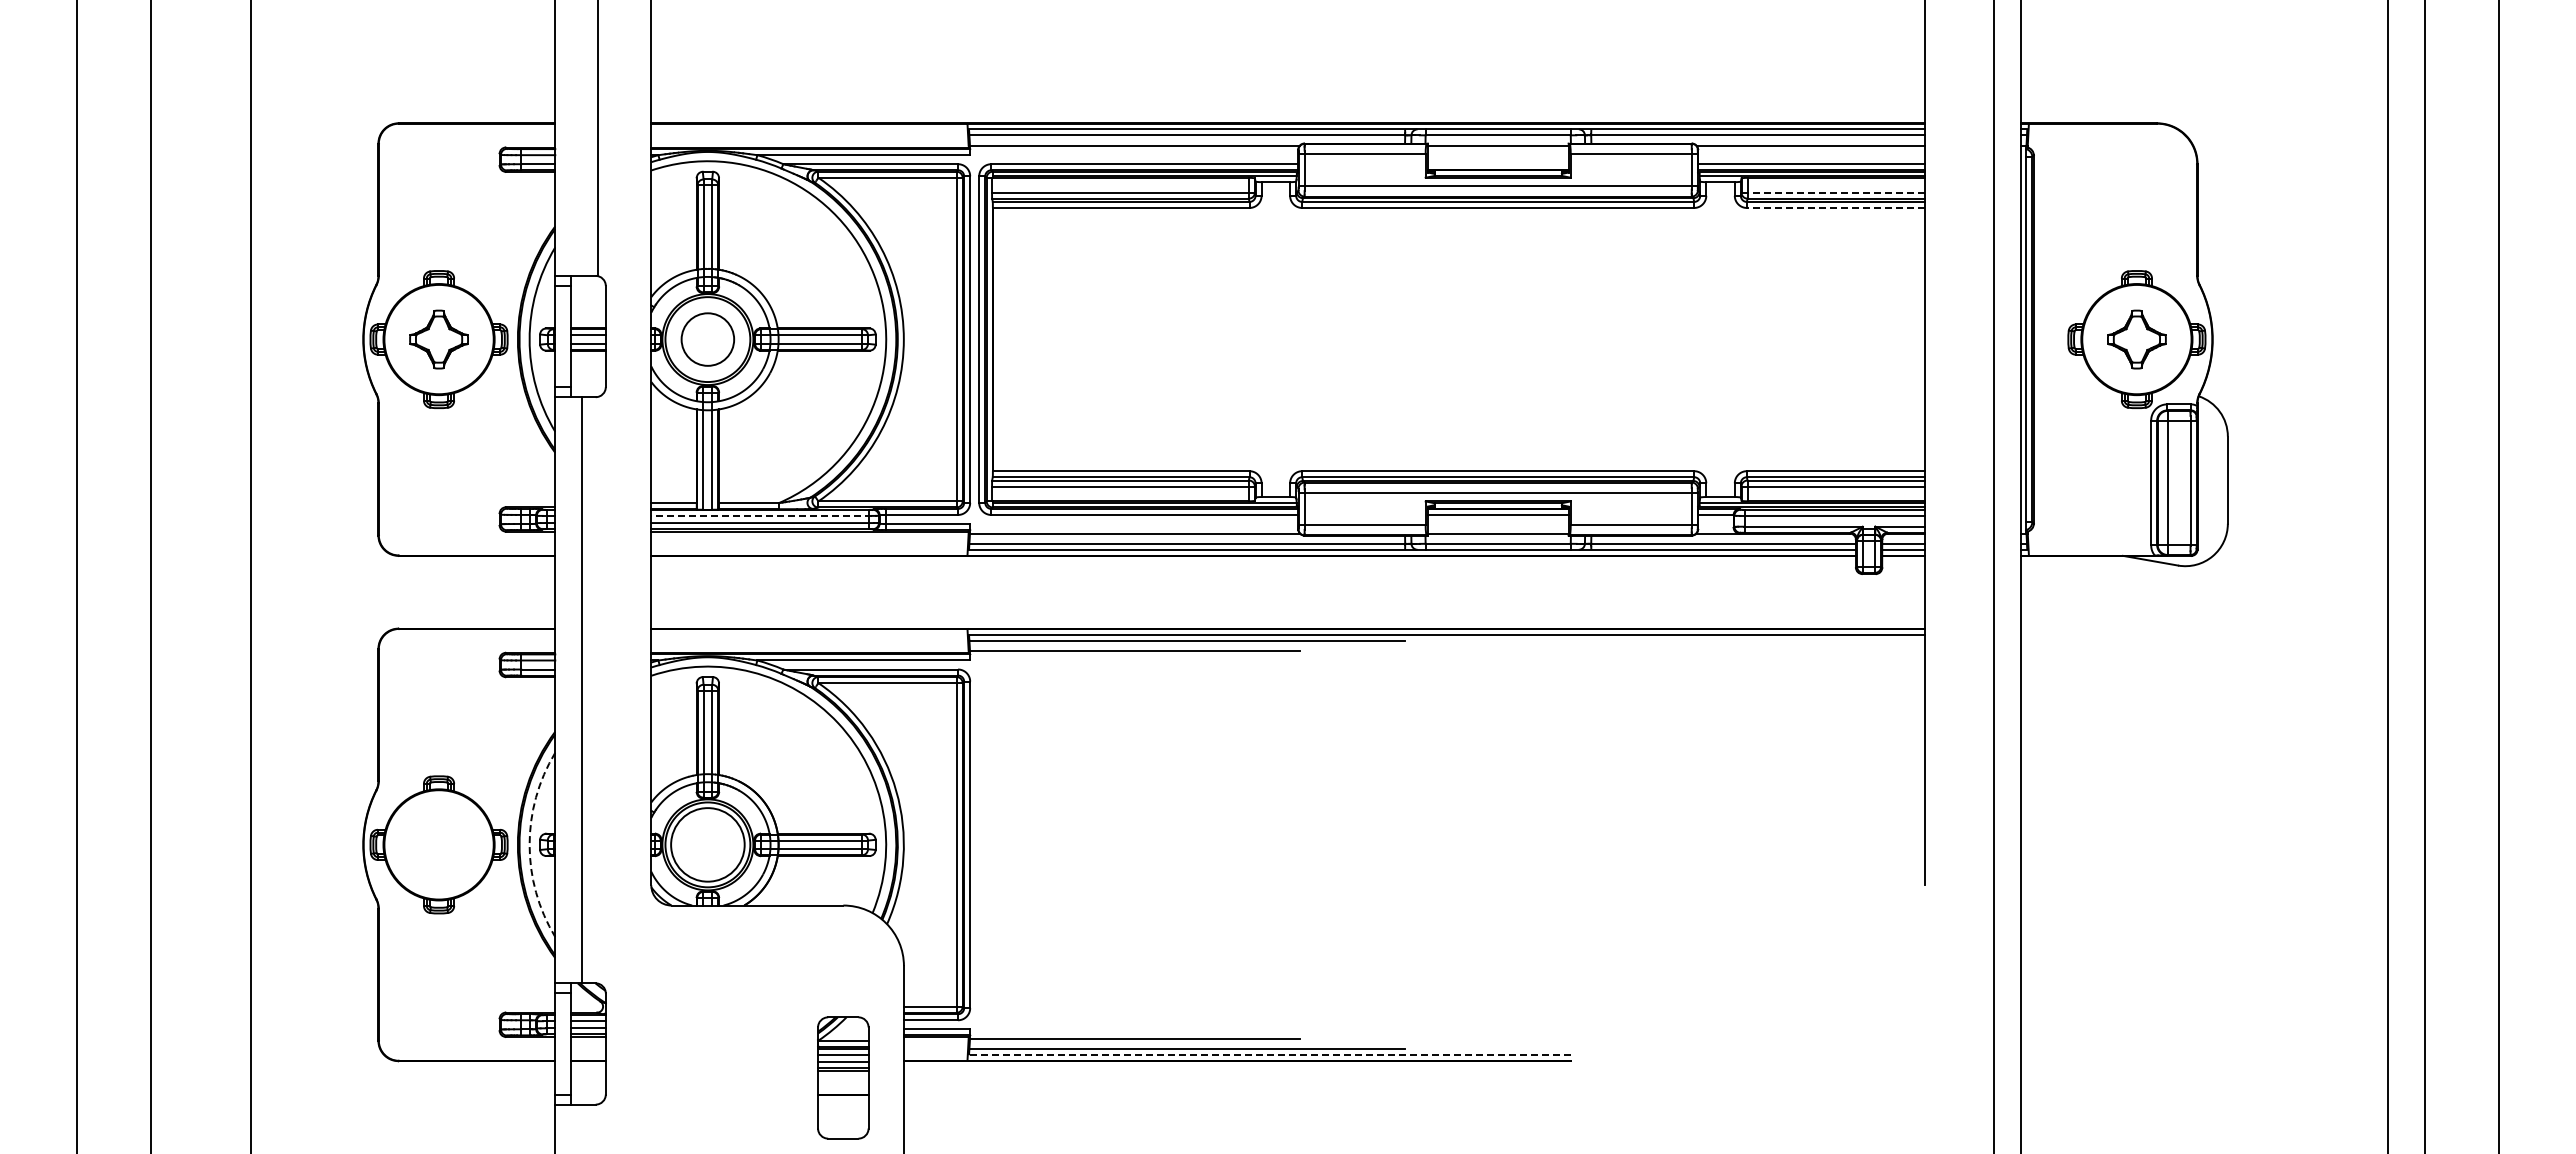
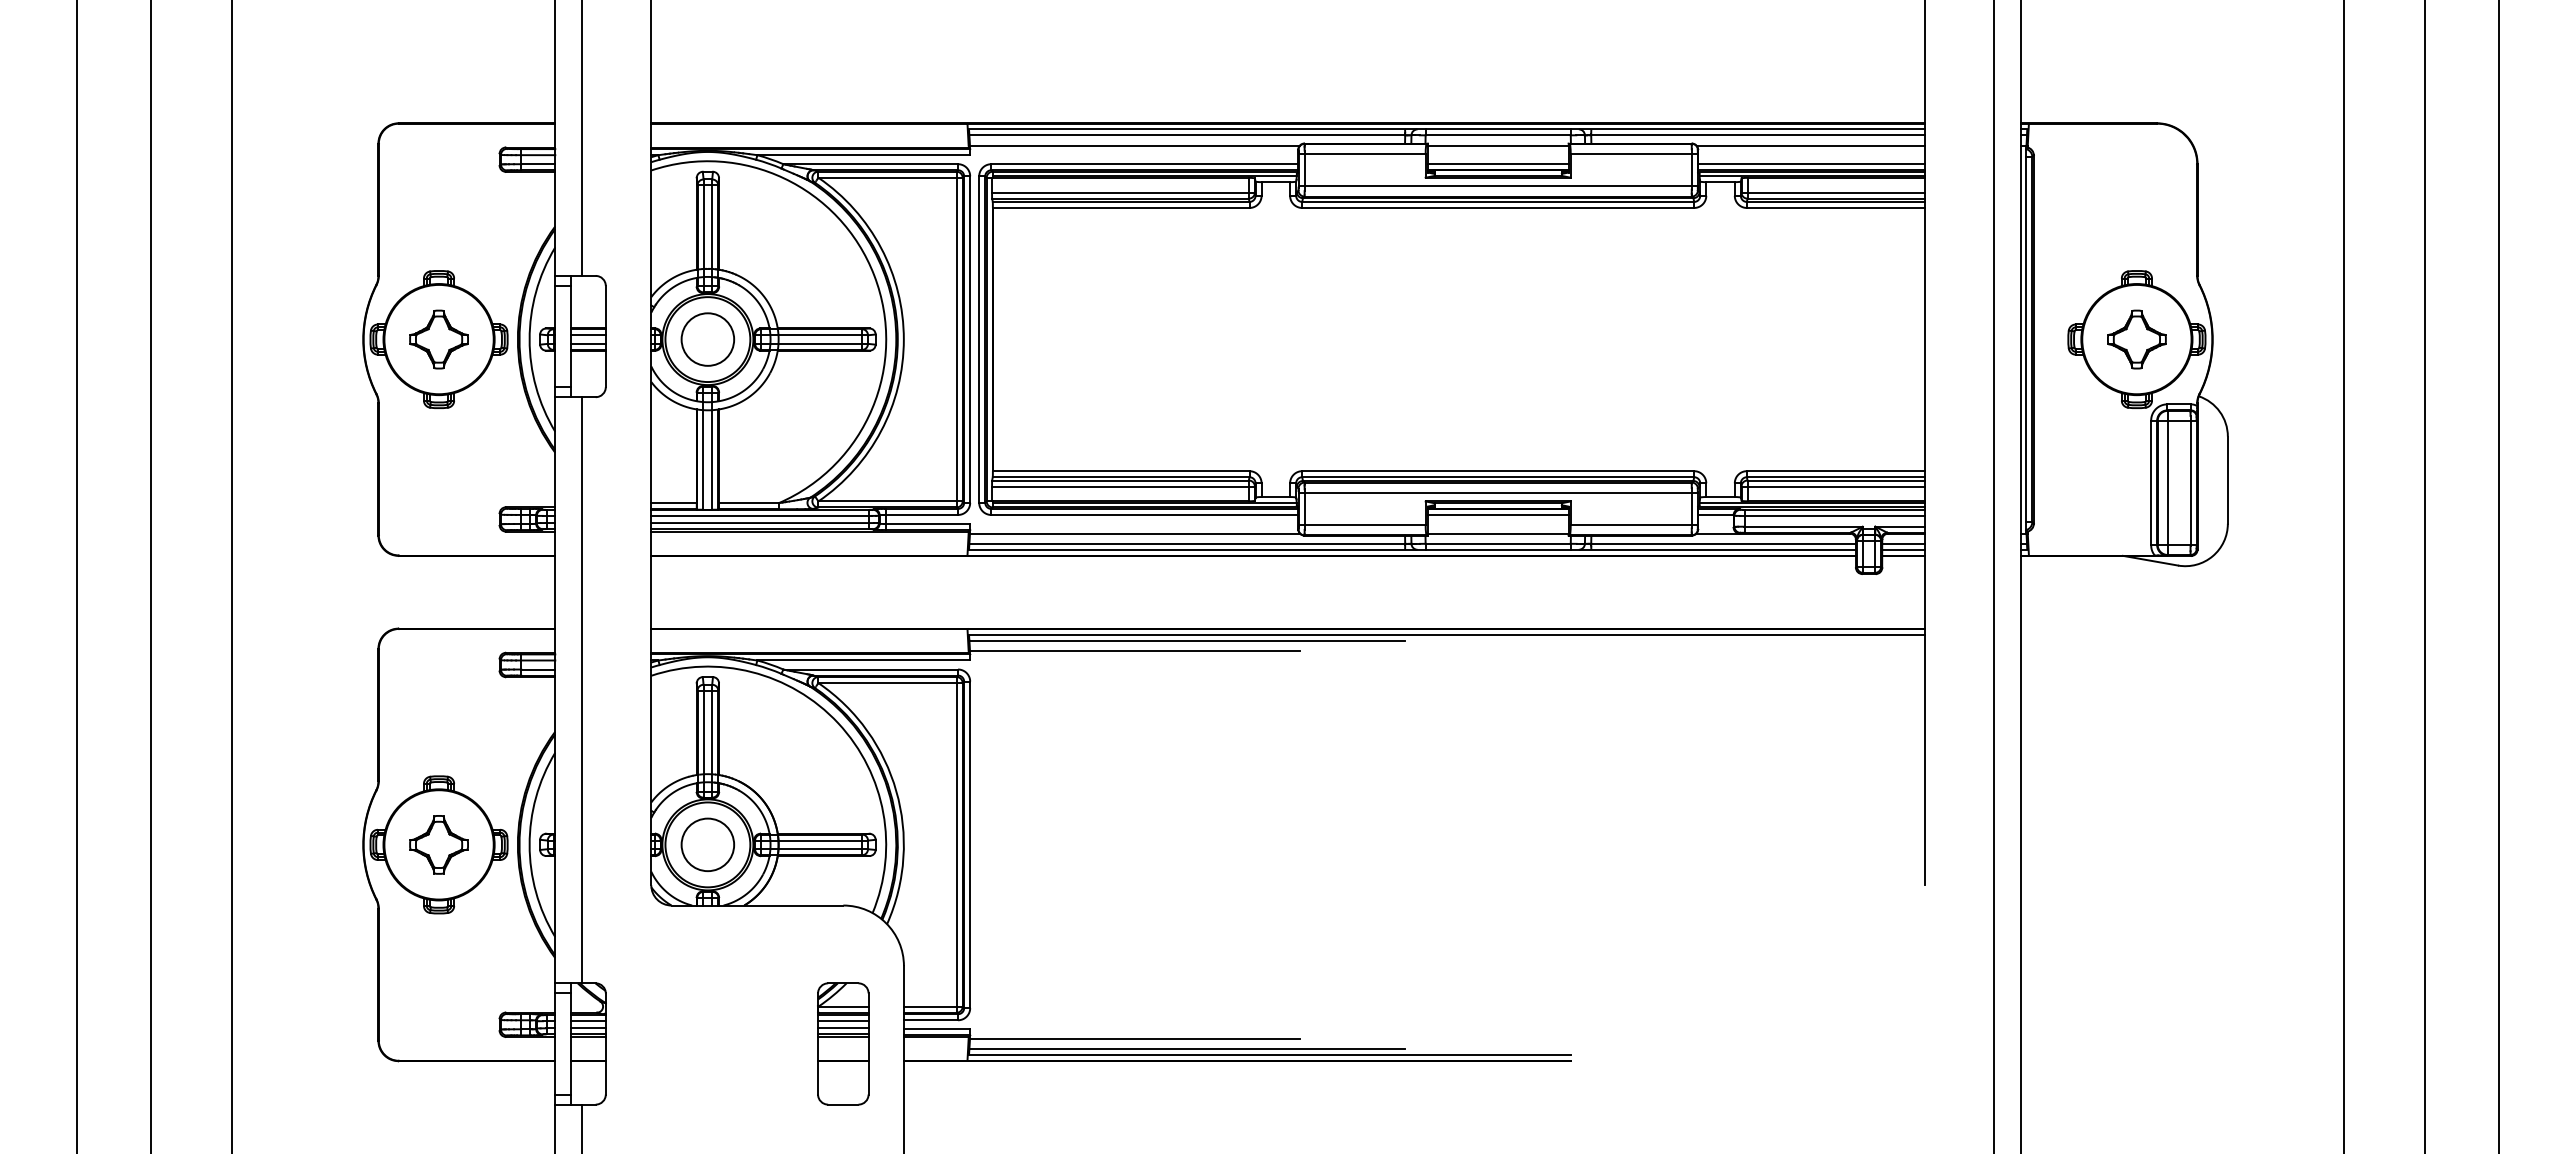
line at (597, 138) position: (597, 138) -> (581, 138)
line at (1497, 163): none -> present
line at (1833, 192): dashed -> solid
line at (1835, 207): dashed -> solid
line at (760, 515): dashed -> solid
line at (250, 576) position: (250, 576) -> (231, 576)
line at (2388, 576) position: (2388, 576) -> (2344, 576)
part at (438, 844): none -> present
arc at (529, 844): dashed -> solid
circle at (707, 844) diameter: 74 px -> 53 px
line at (1269, 1055): dashed -> solid
part at (843, 1077) position: (843, 1077) -> (843, 1043)
line at (581, 1127): none -> present
